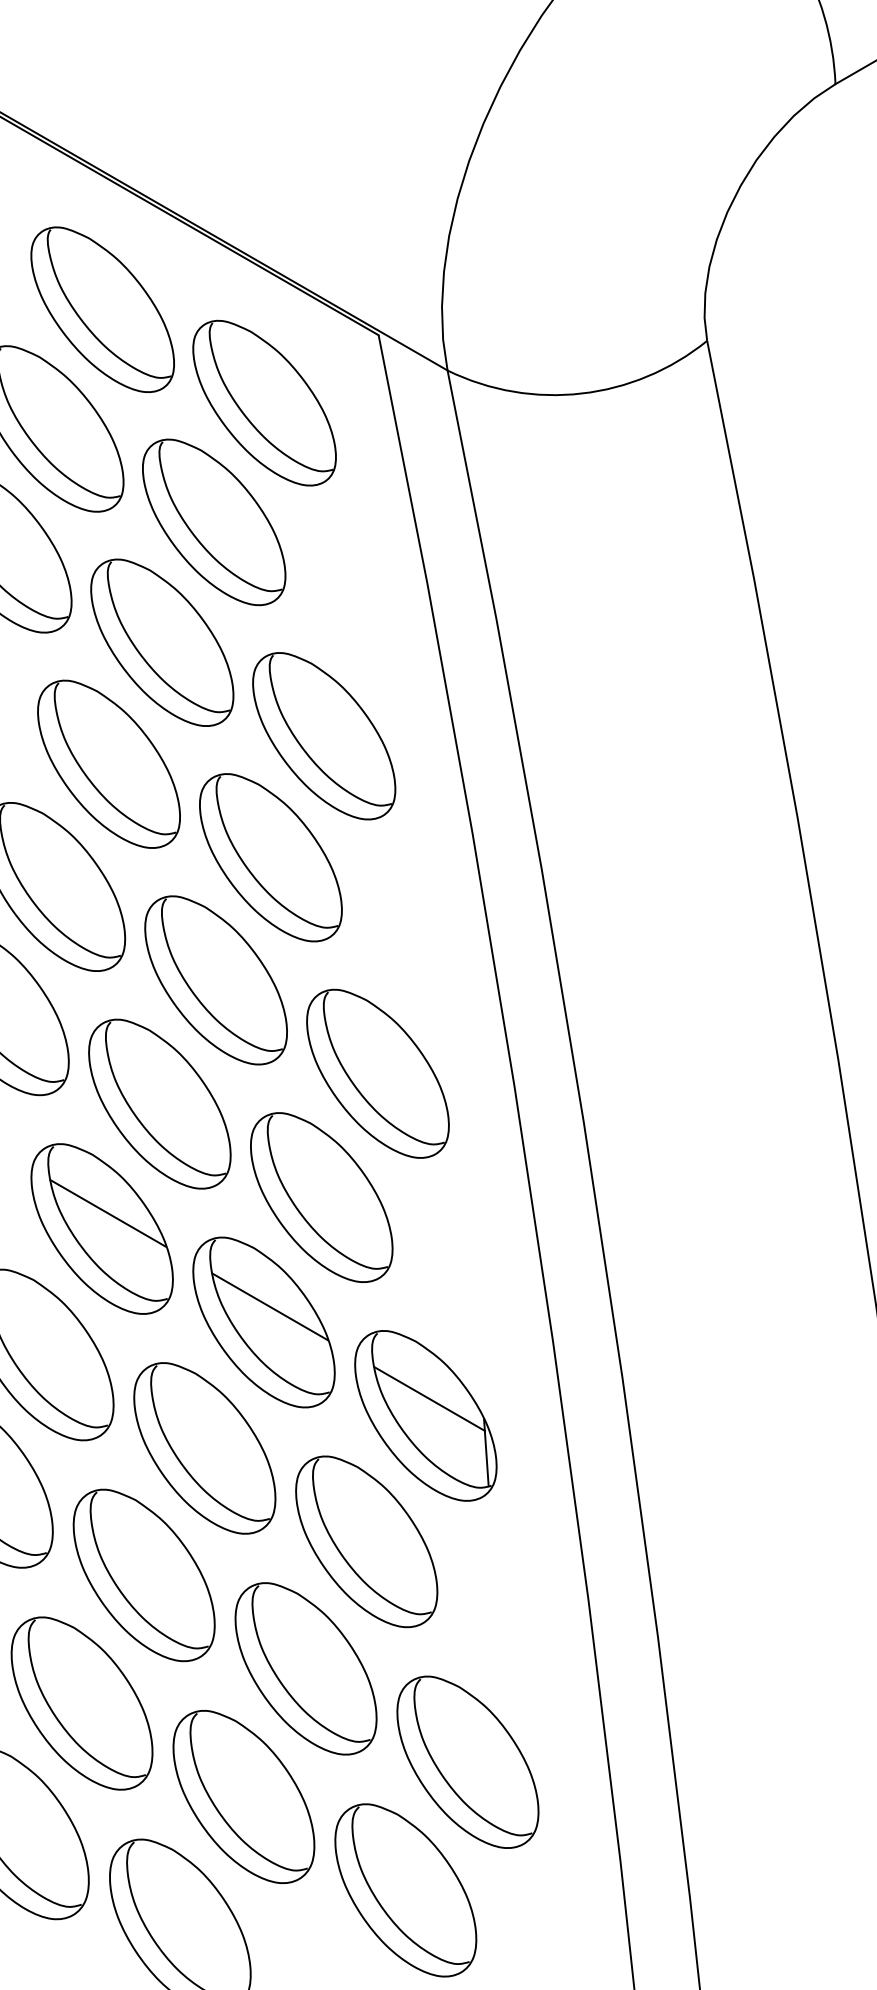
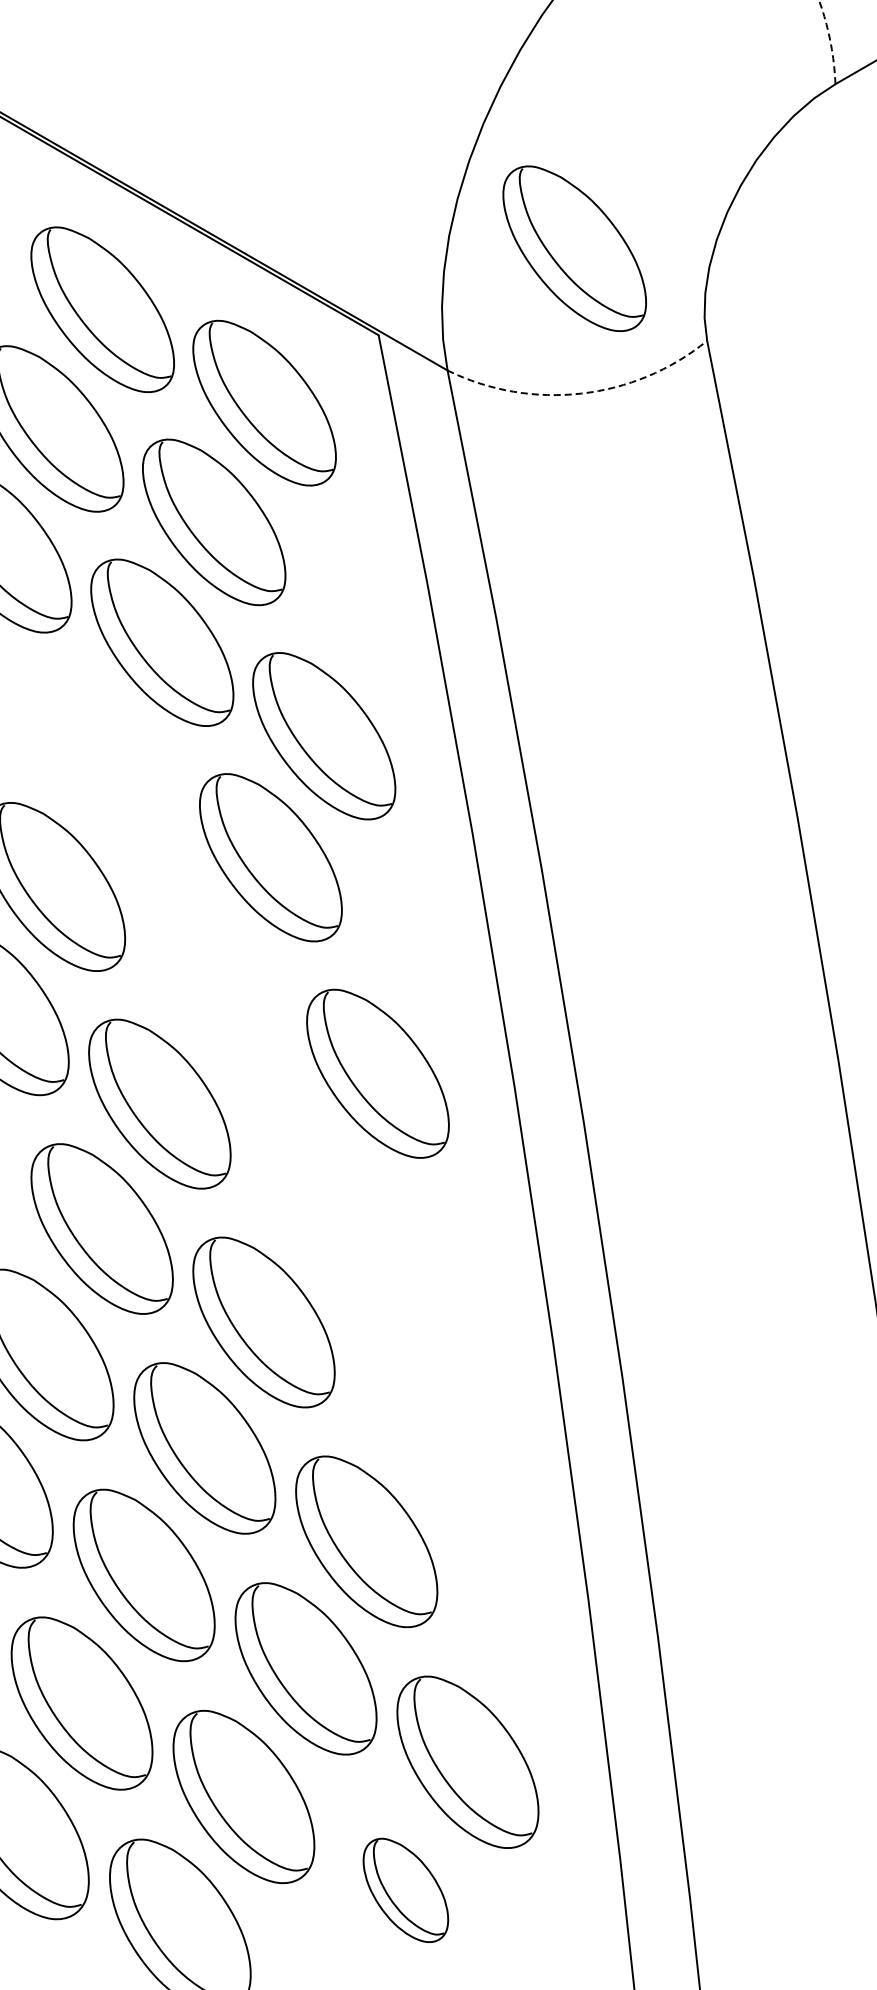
arc at (830, 41): solid -> dashed
part at (574, 248): none -> present
arc at (581, 393): solid -> dashed
part at (108, 763): present -> none
part at (215, 980): present -> none
part at (321, 1197): present -> none
line at (107, 1213): present -> none
line at (269, 1306): present -> none
part at (425, 1415): present -> none
part at (405, 1890) size: 144x175 px -> 88x106 px
